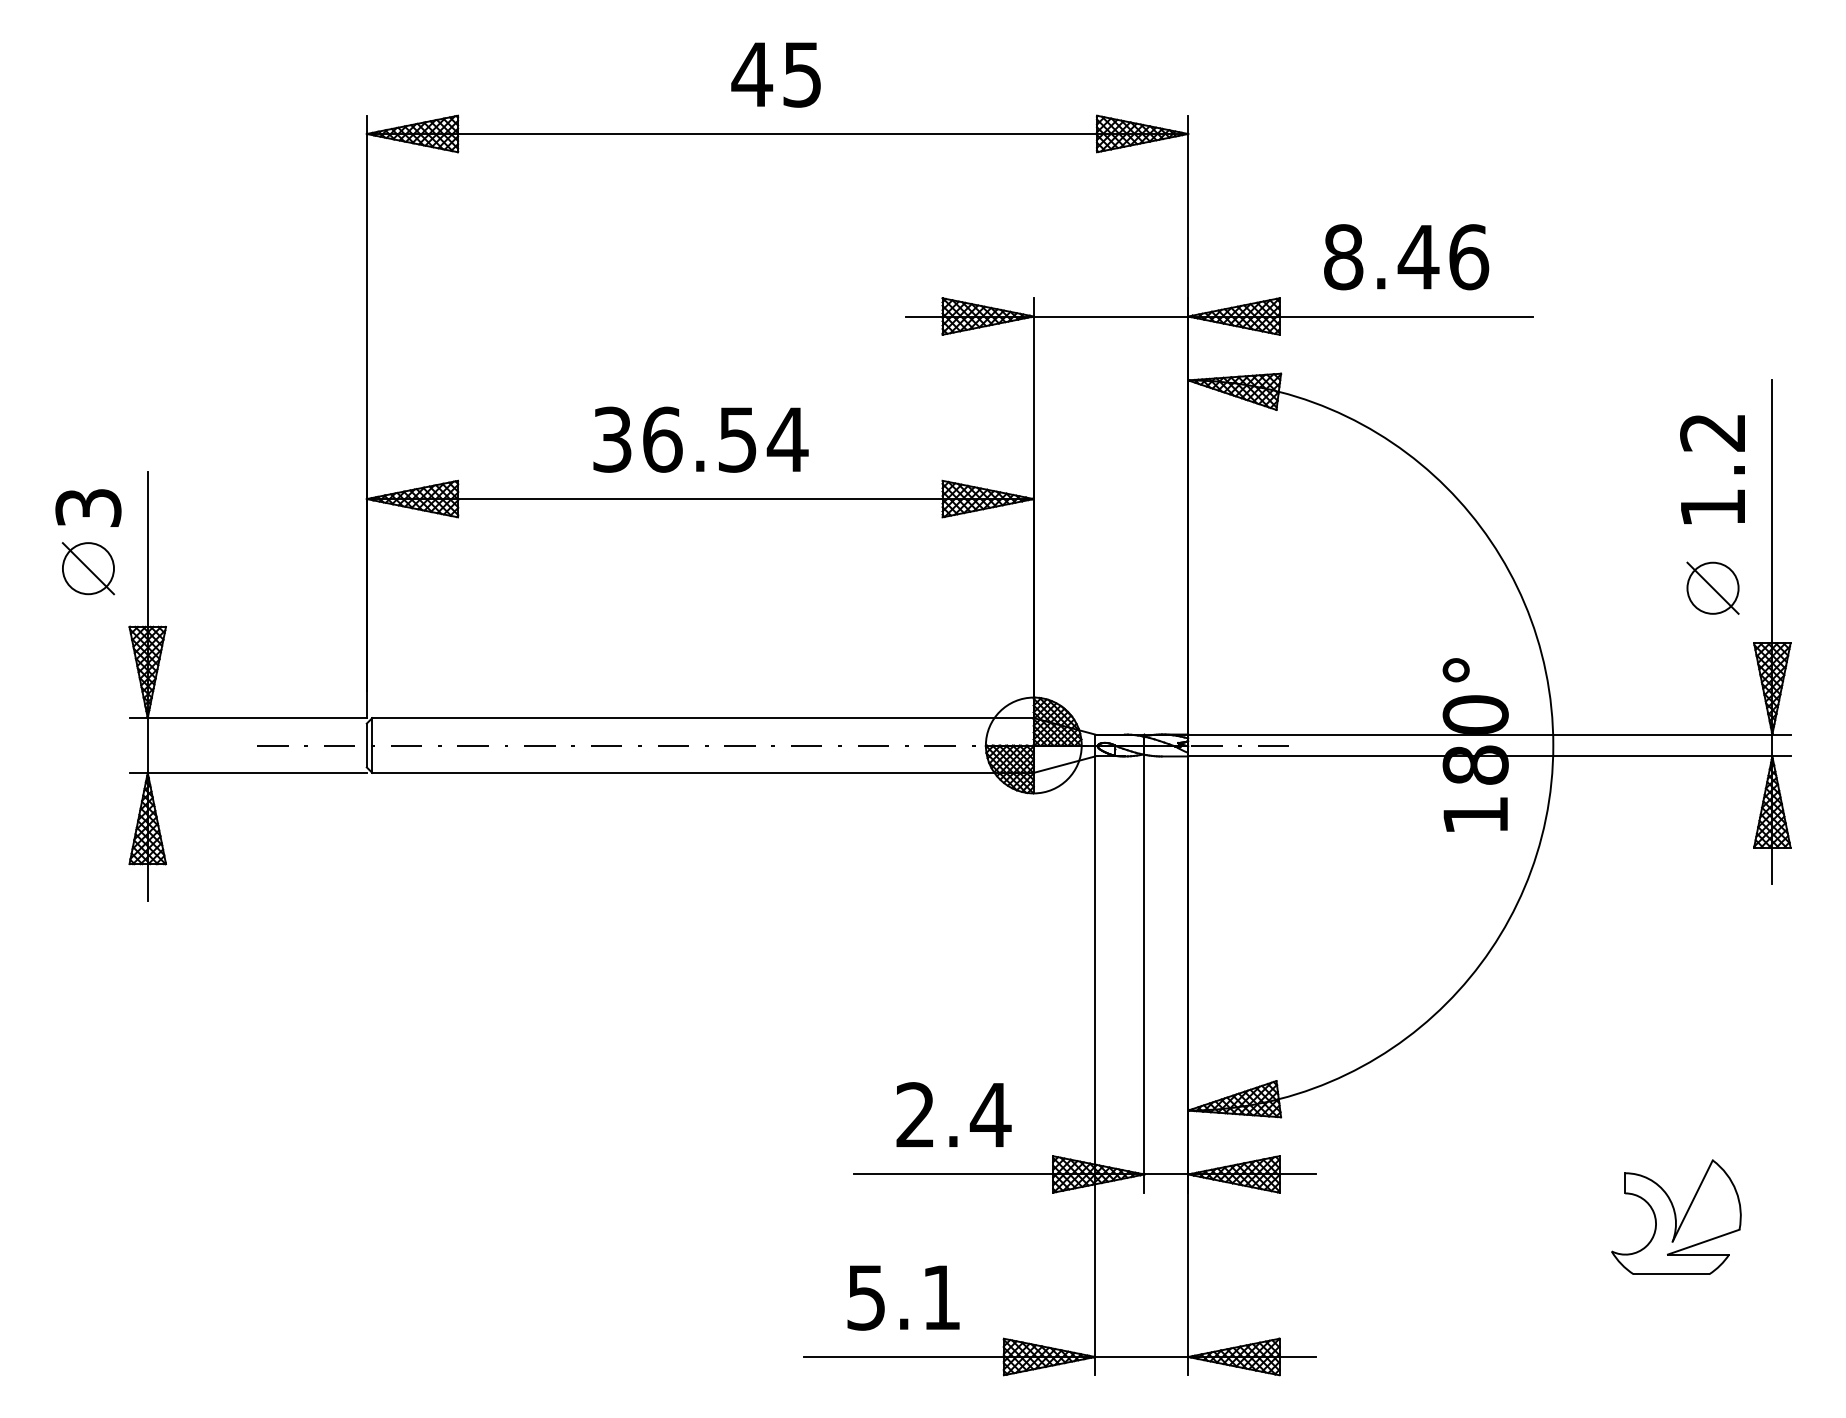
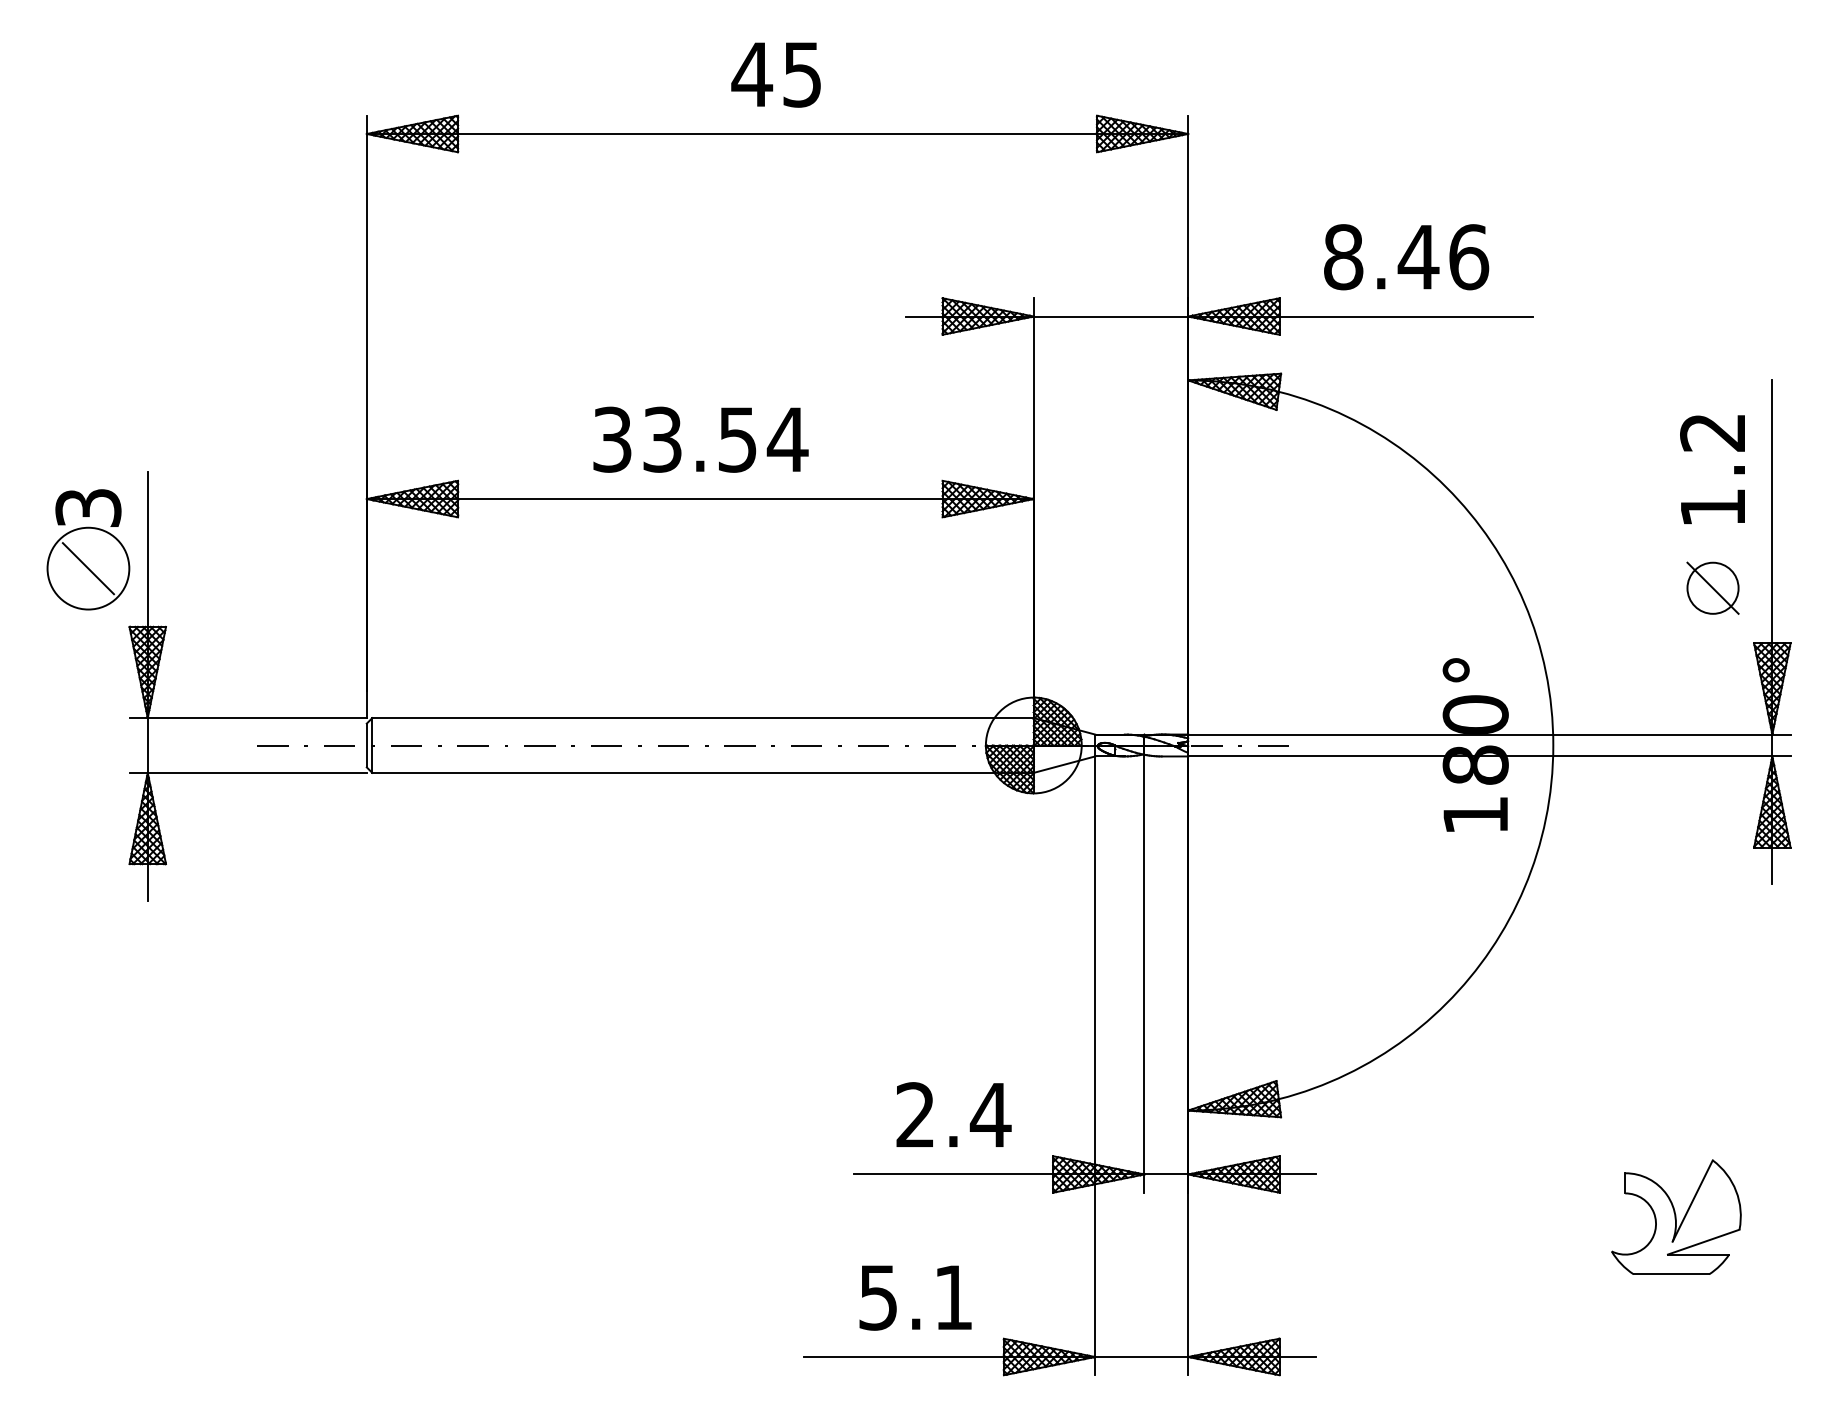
text at (662, 439): 36.54 -> 33.54
circle at (88, 568) diameter: 51 px -> 82 px
text at (903, 1297) position: (903, 1297) -> (915, 1297)
